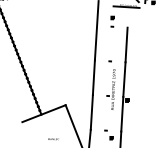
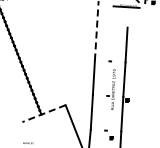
part at (112, 21): present -> none
line at (96, 30): solid -> dashed
line at (43, 113): solid -> dashed
text at (53, 139) position: (53, 139) -> (28, 143)
